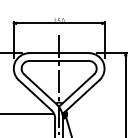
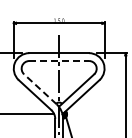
line at (59, 61): solid -> dashed
line at (40, 88): solid -> dashed
